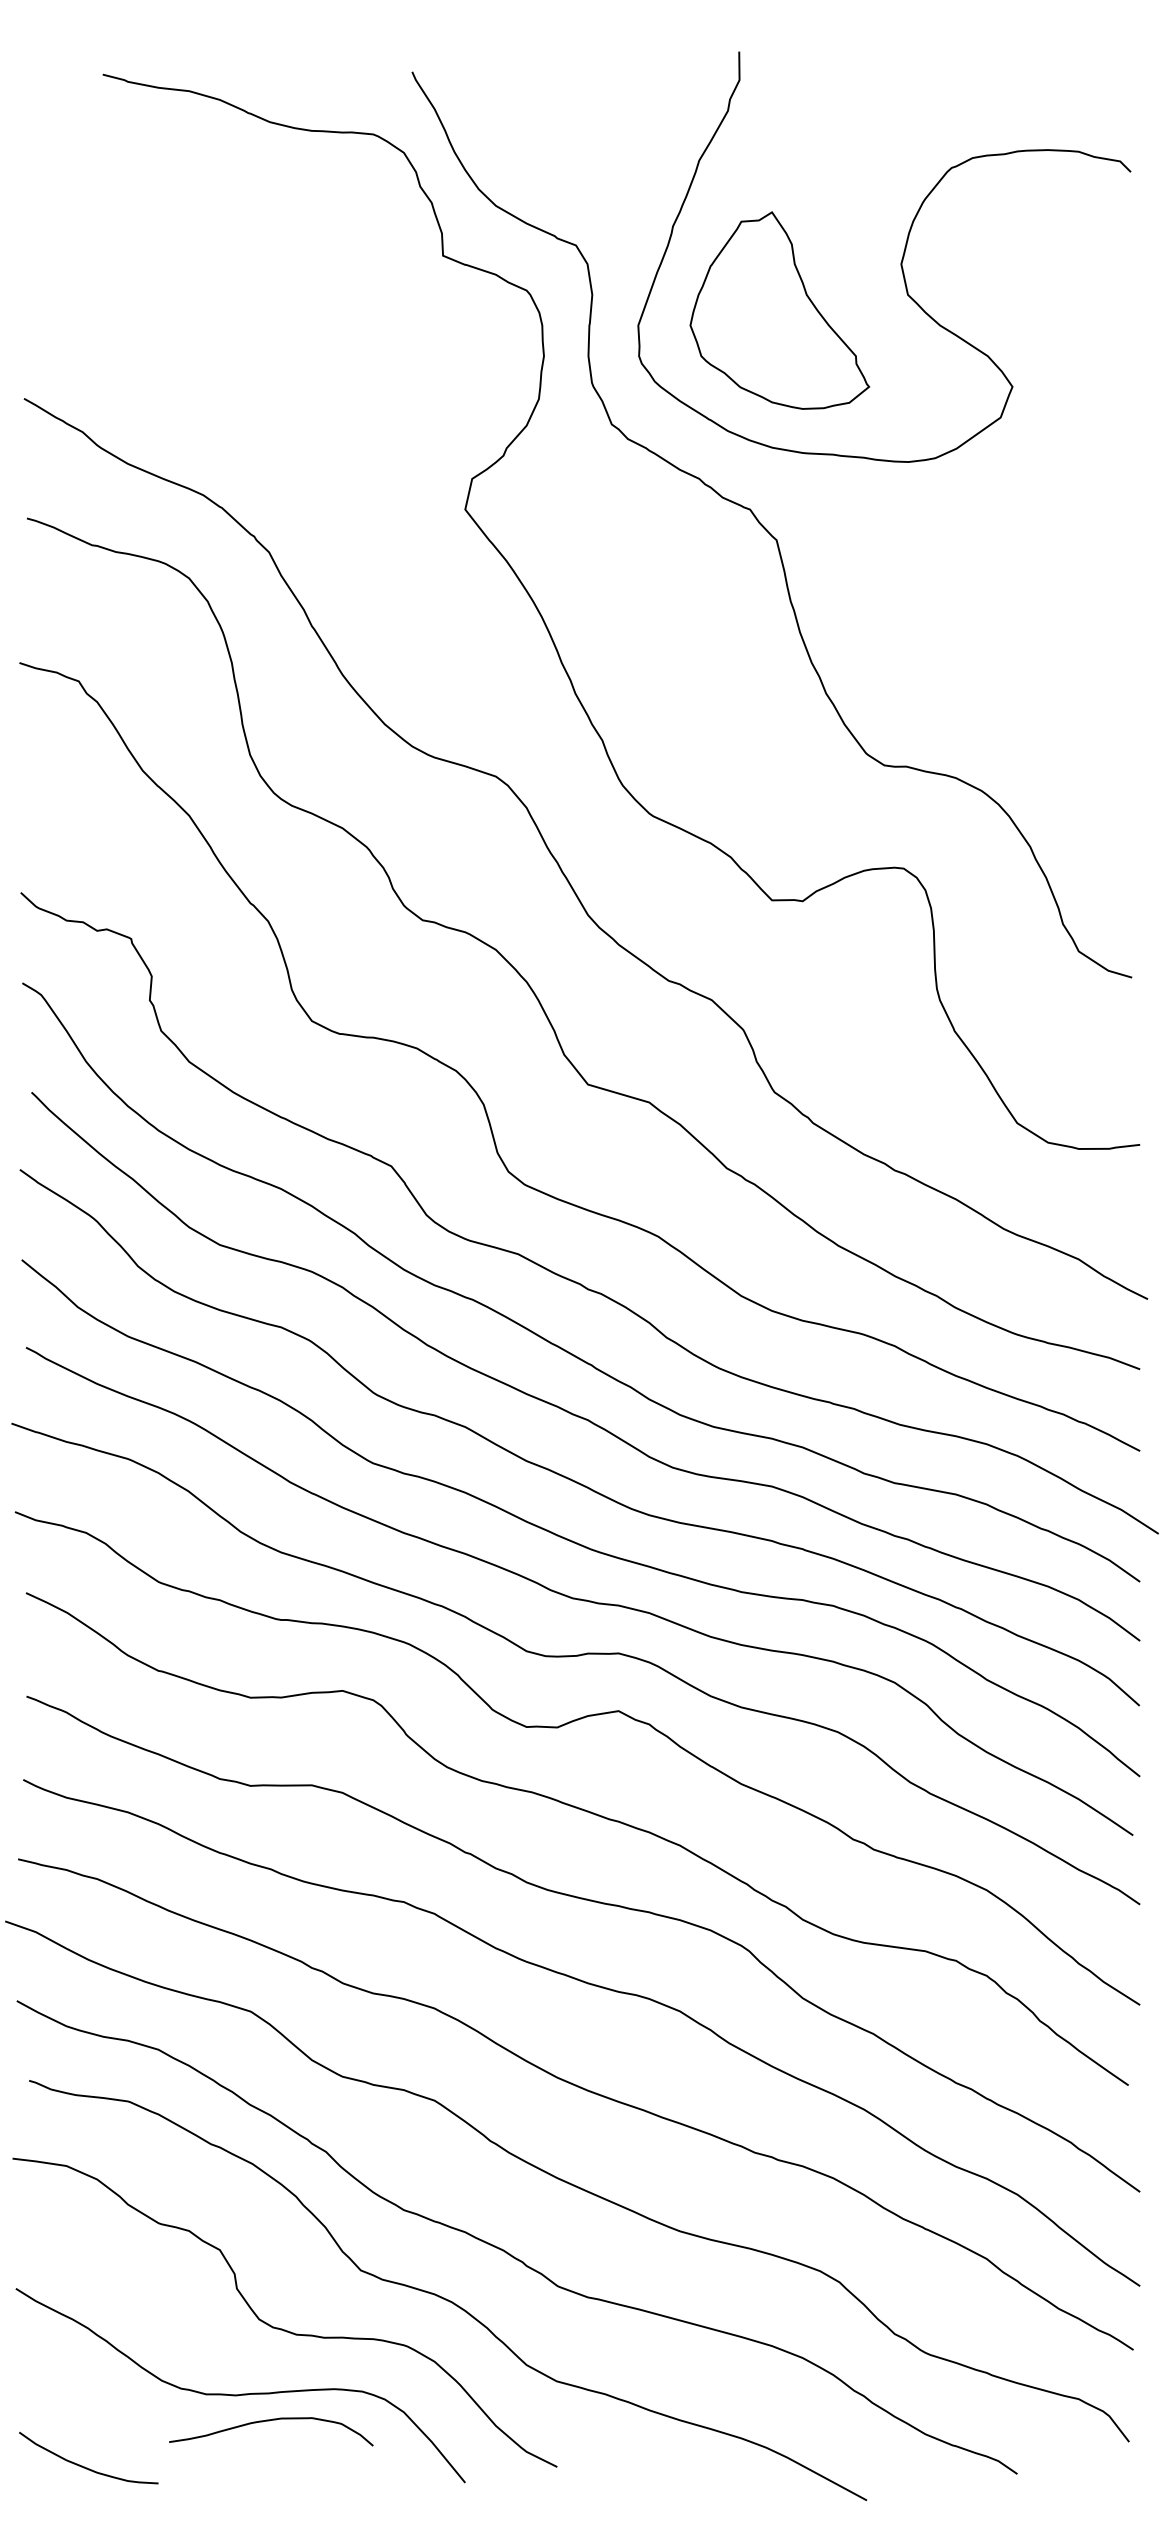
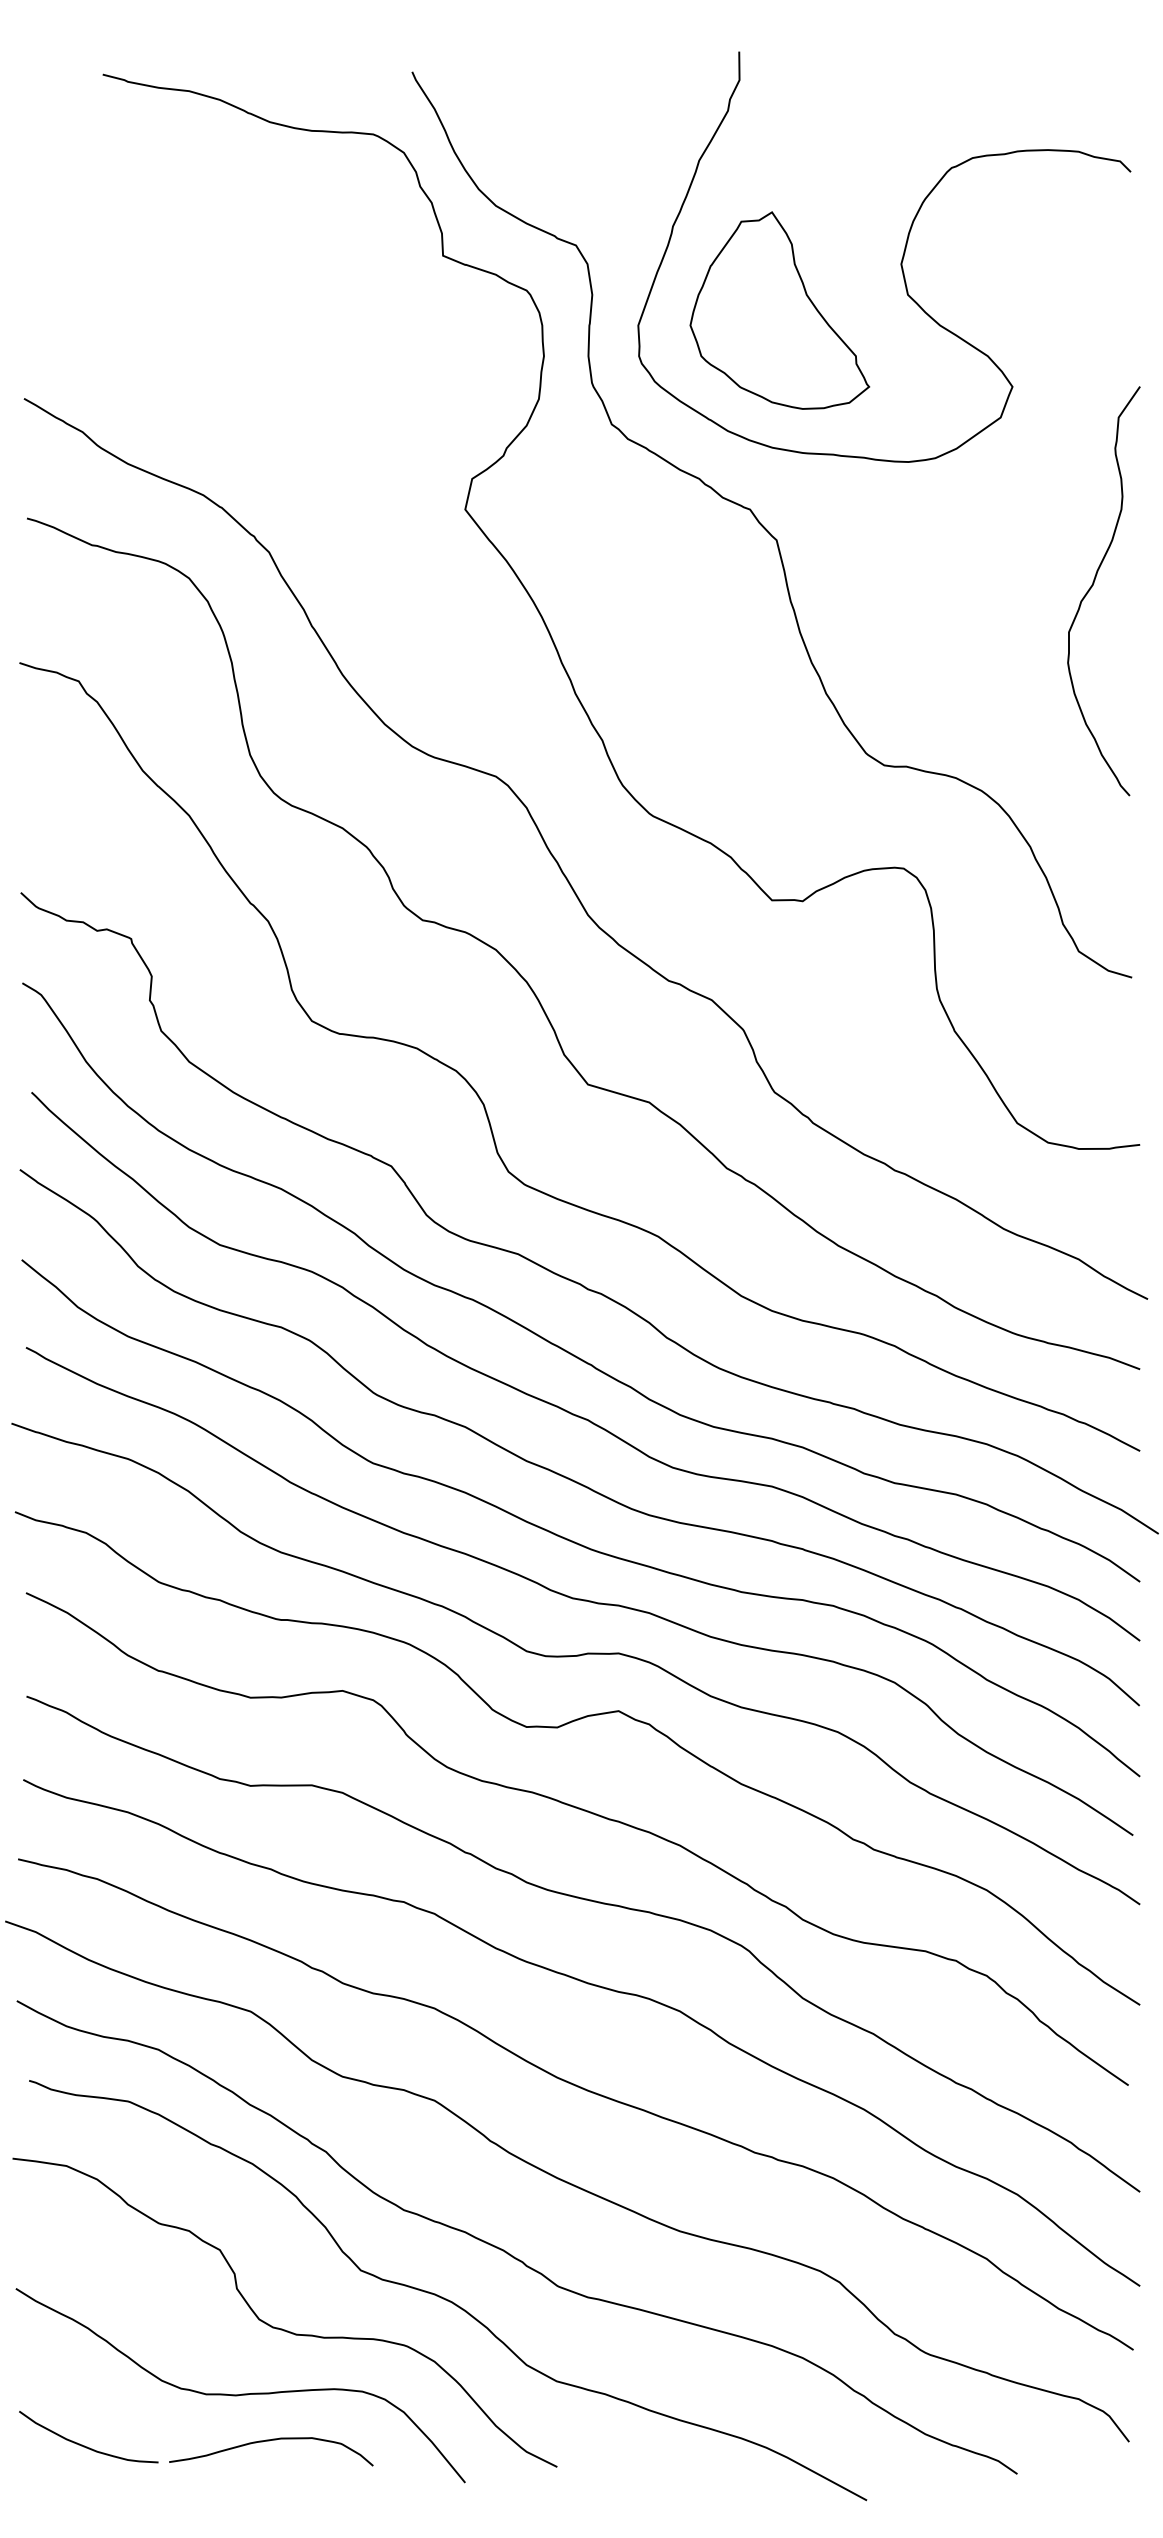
curve at (1093, 585): none -> present
curve at (269, 2421) position: (269, 2421) -> (269, 2441)
curve at (84, 2466) position: (84, 2466) -> (84, 2445)
